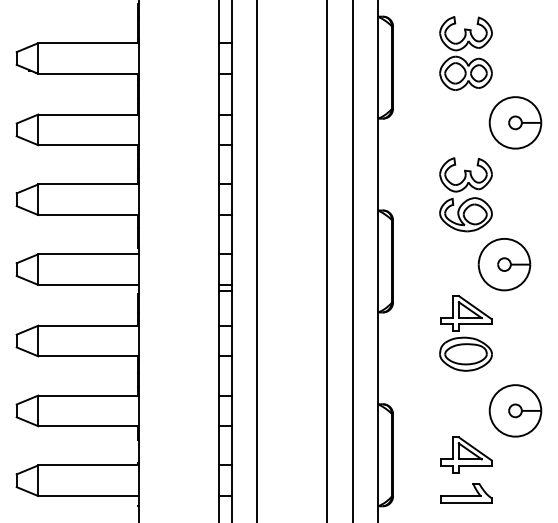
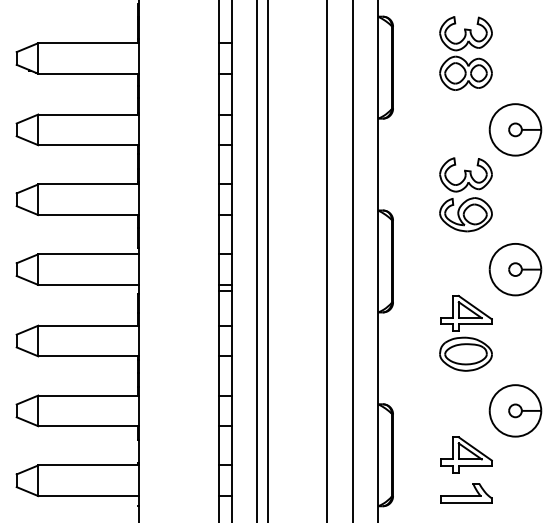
part at (515, 122) position: (515, 122) -> (515, 129)
line at (268, 260): none -> present
part at (504, 264) position: (504, 264) -> (515, 269)
